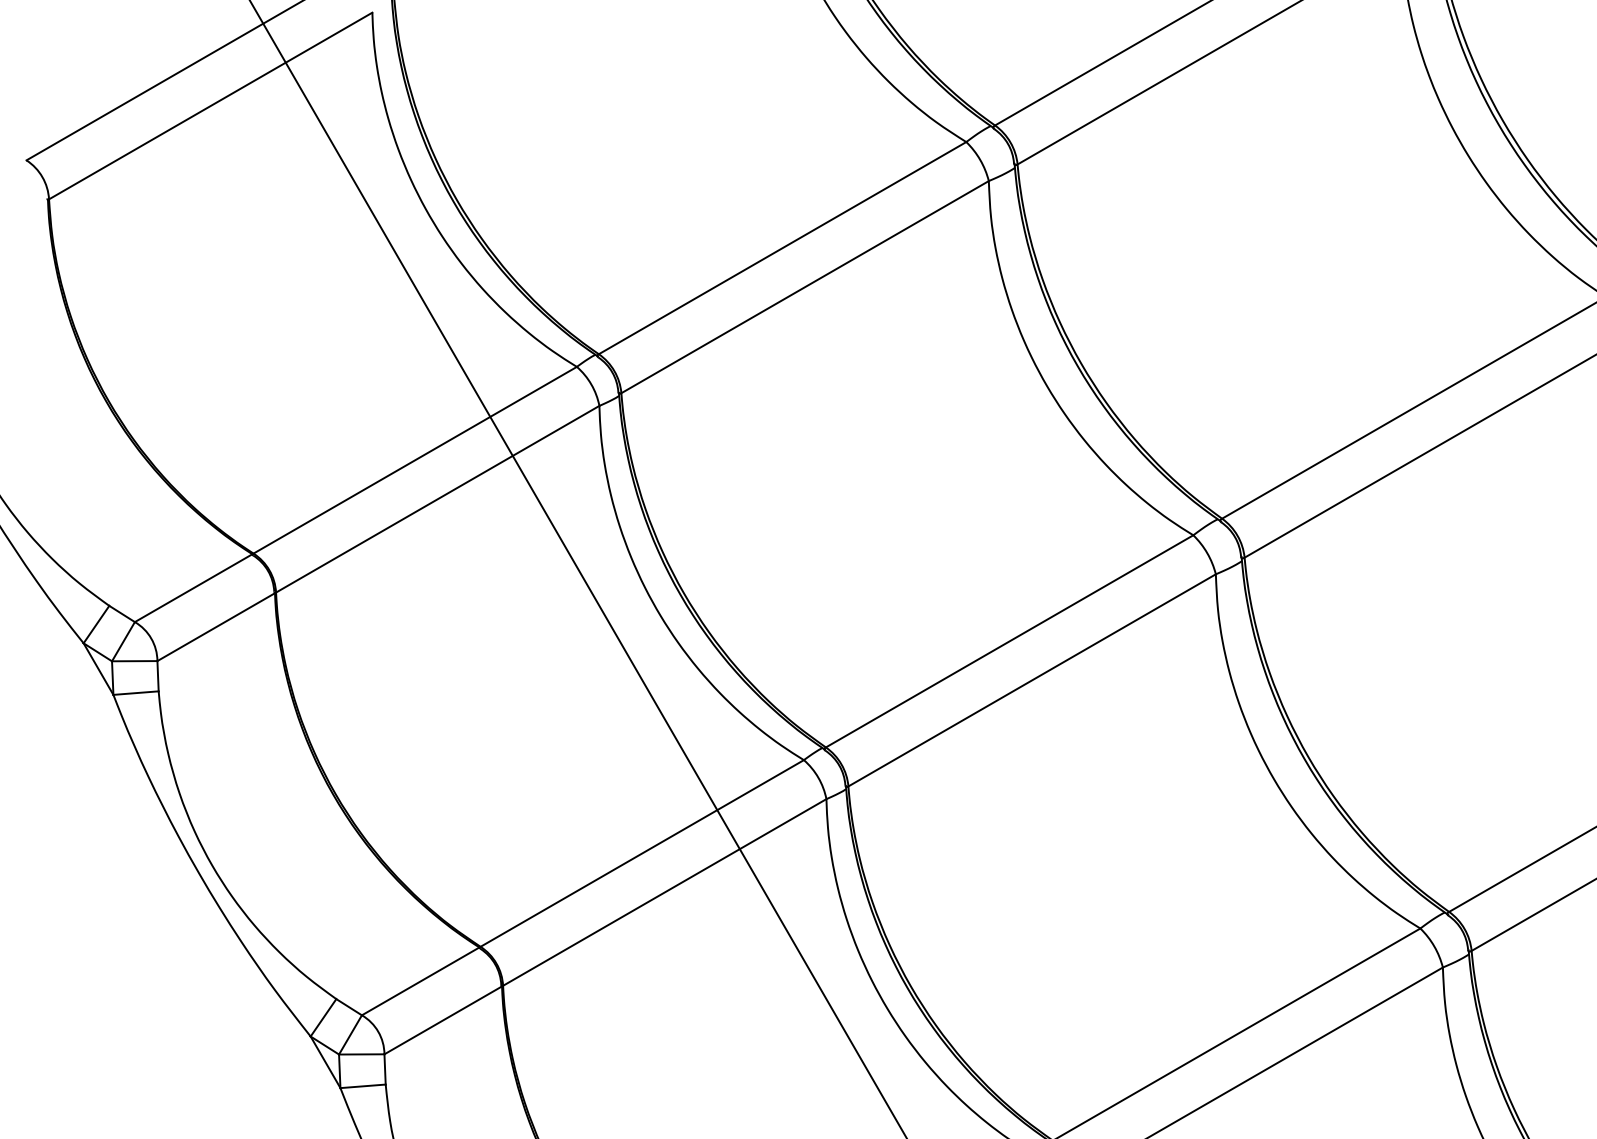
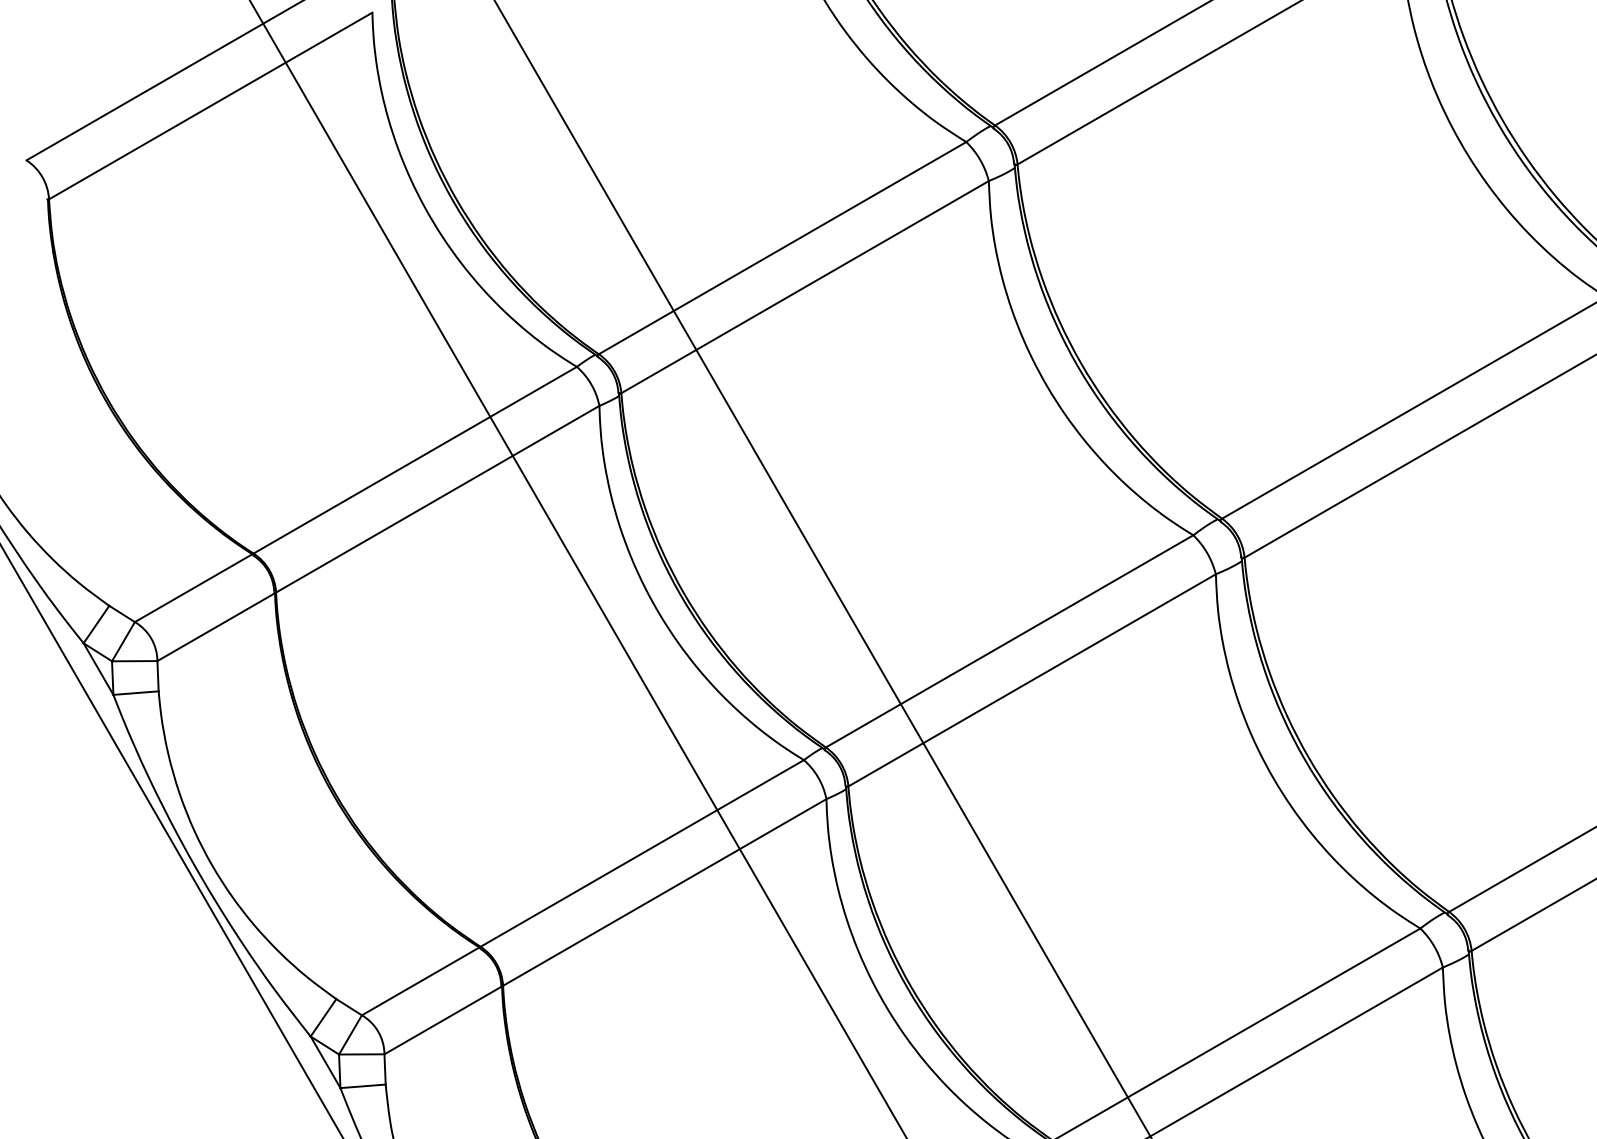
line at (822, 568): none -> present
line at (171, 841): none -> present
